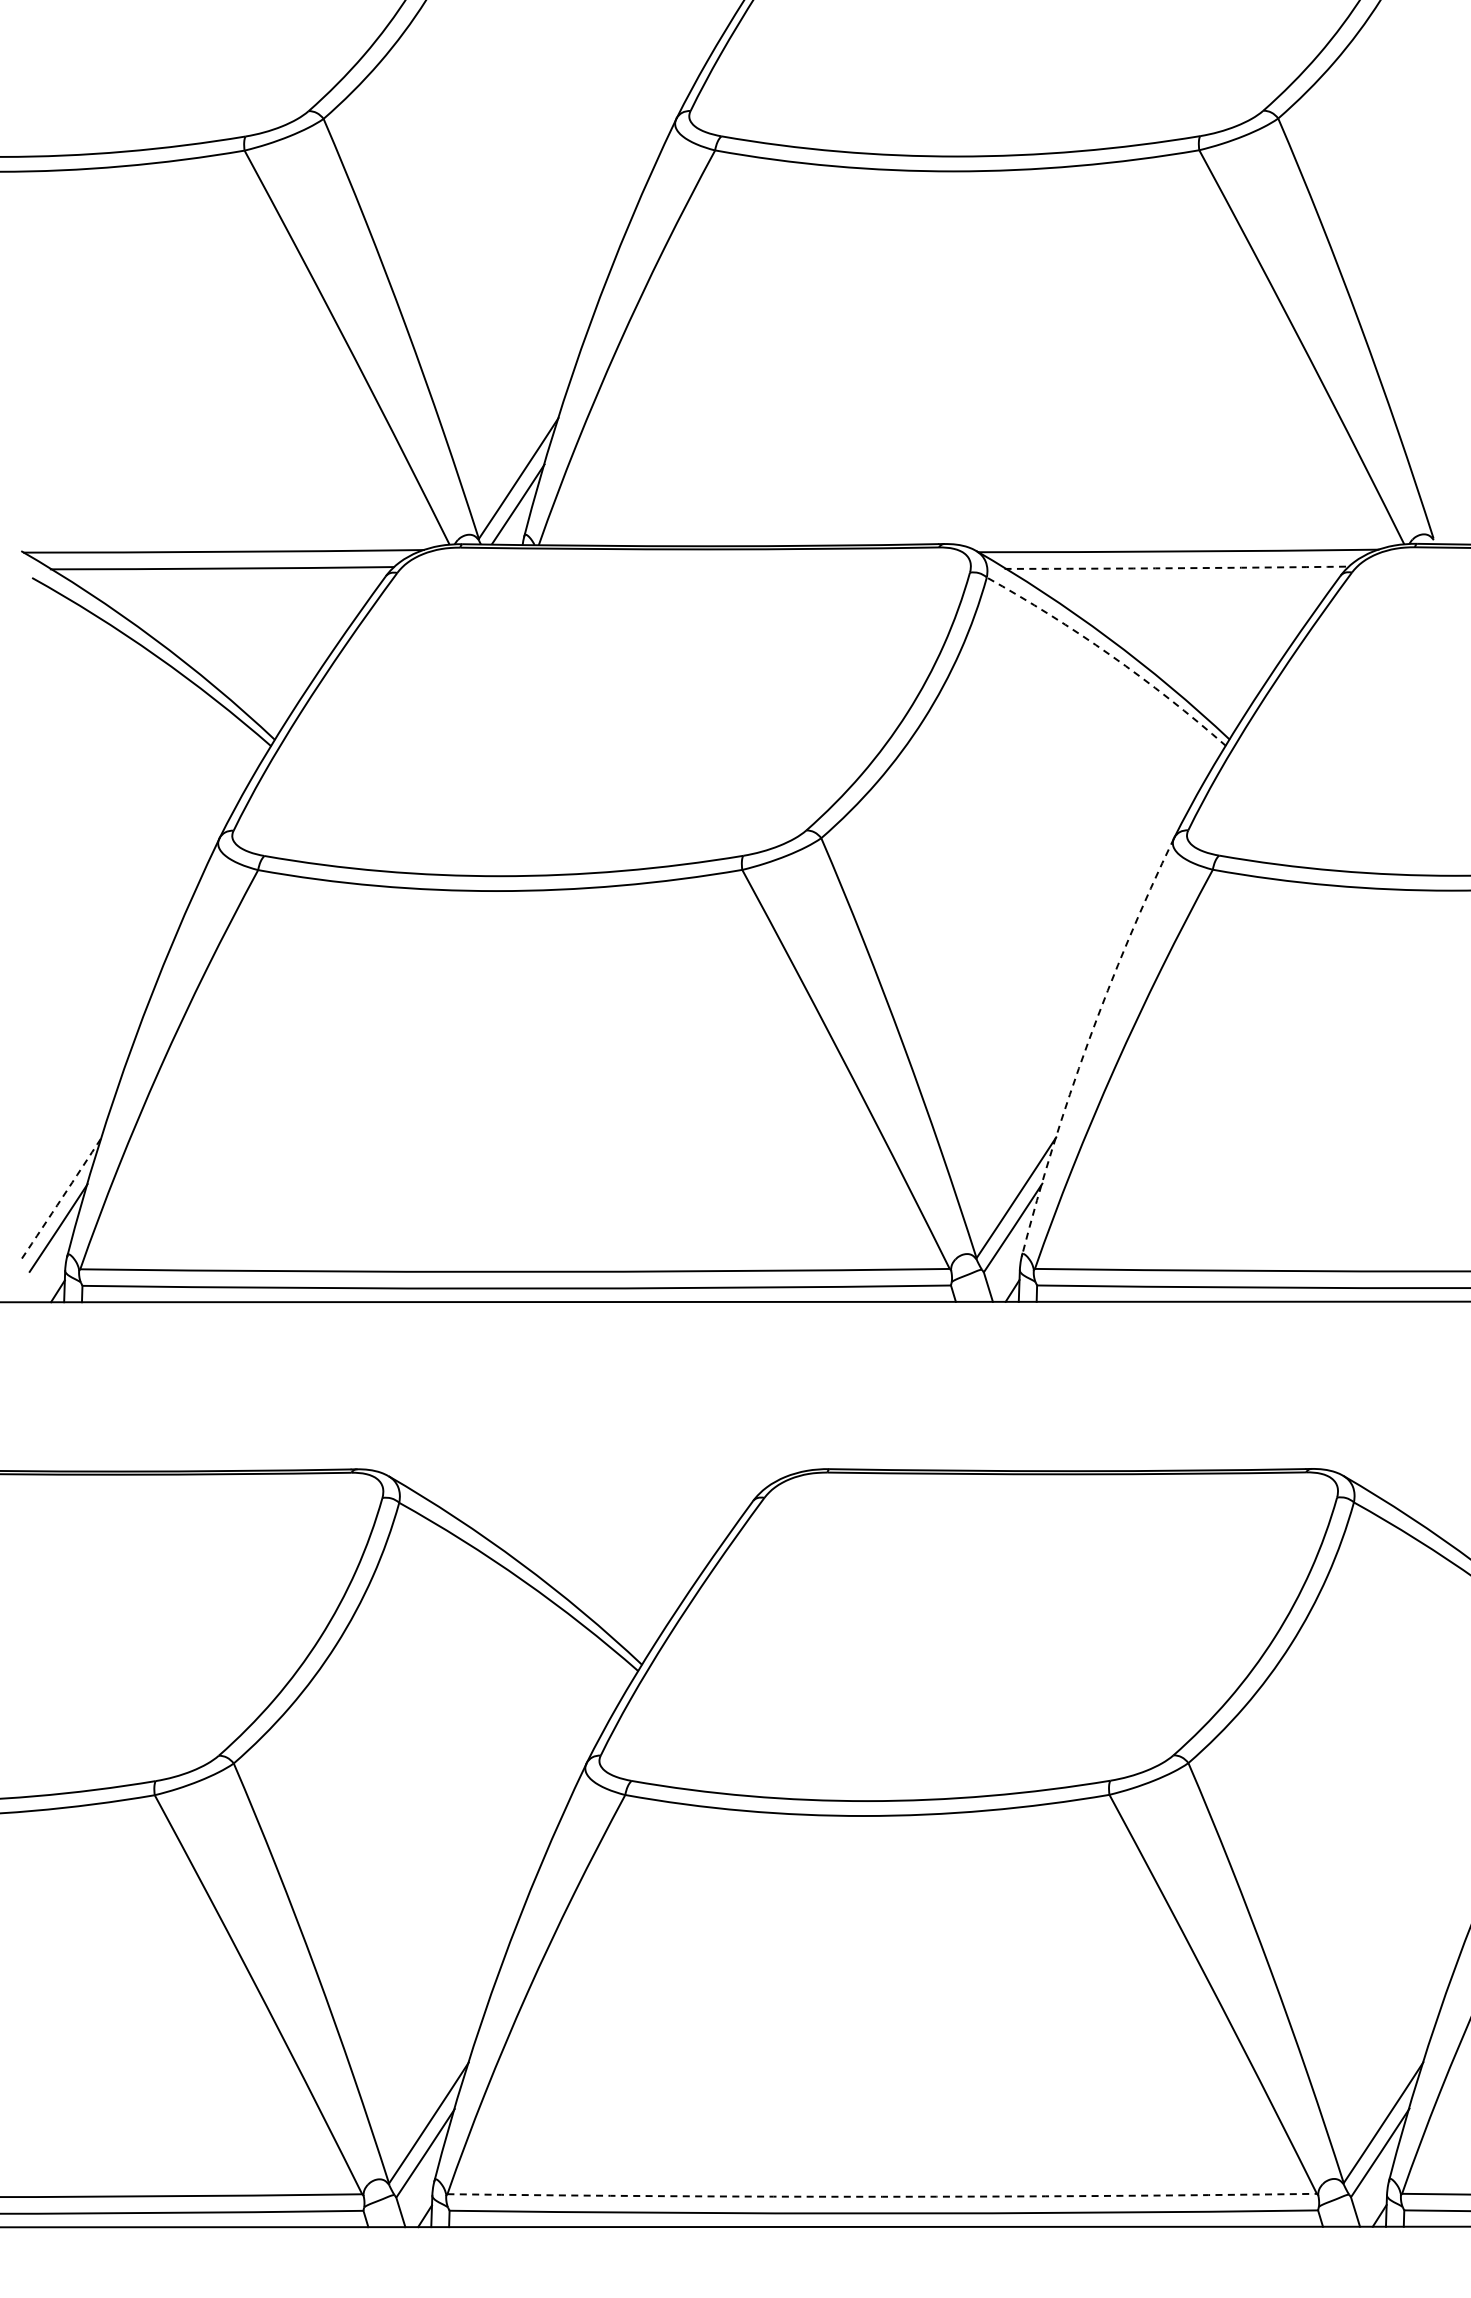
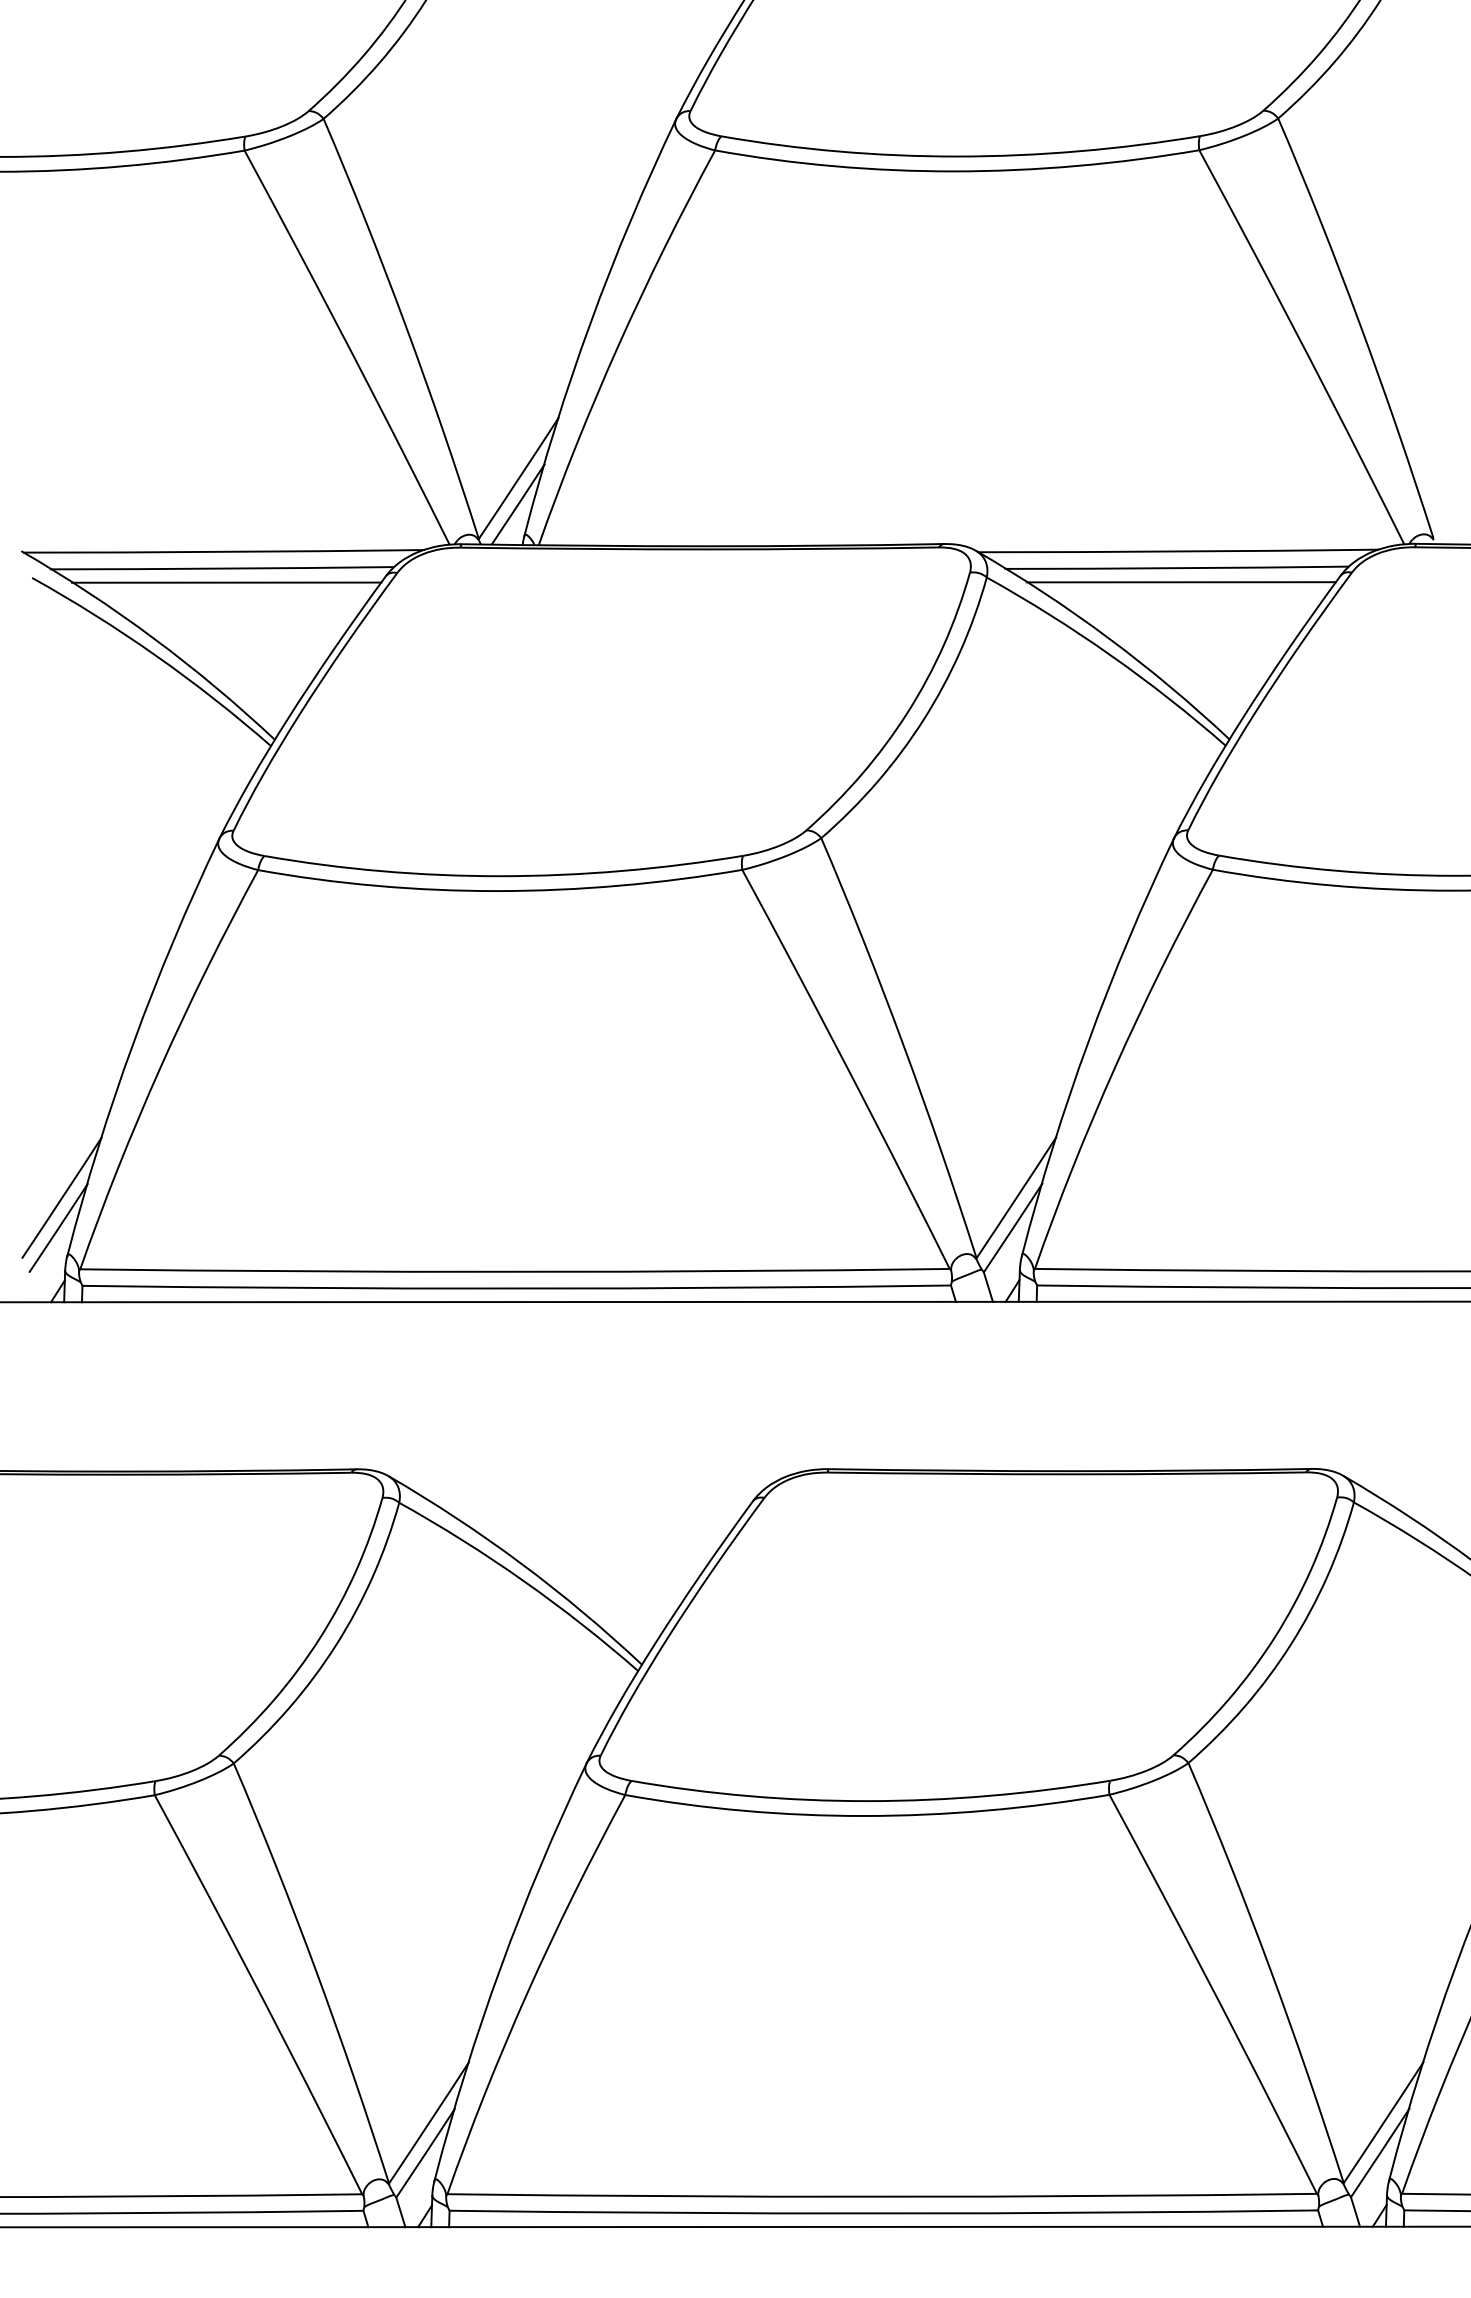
arc at (1176, 568): dashed -> solid
line at (226, 582): none -> present
line at (1181, 582): none -> present
arc at (1110, 655): dashed -> solid
arc at (1088, 1042): dashed -> solid
arc at (62, 1197): dashed -> solid
arc at (882, 2196): dashed -> solid
